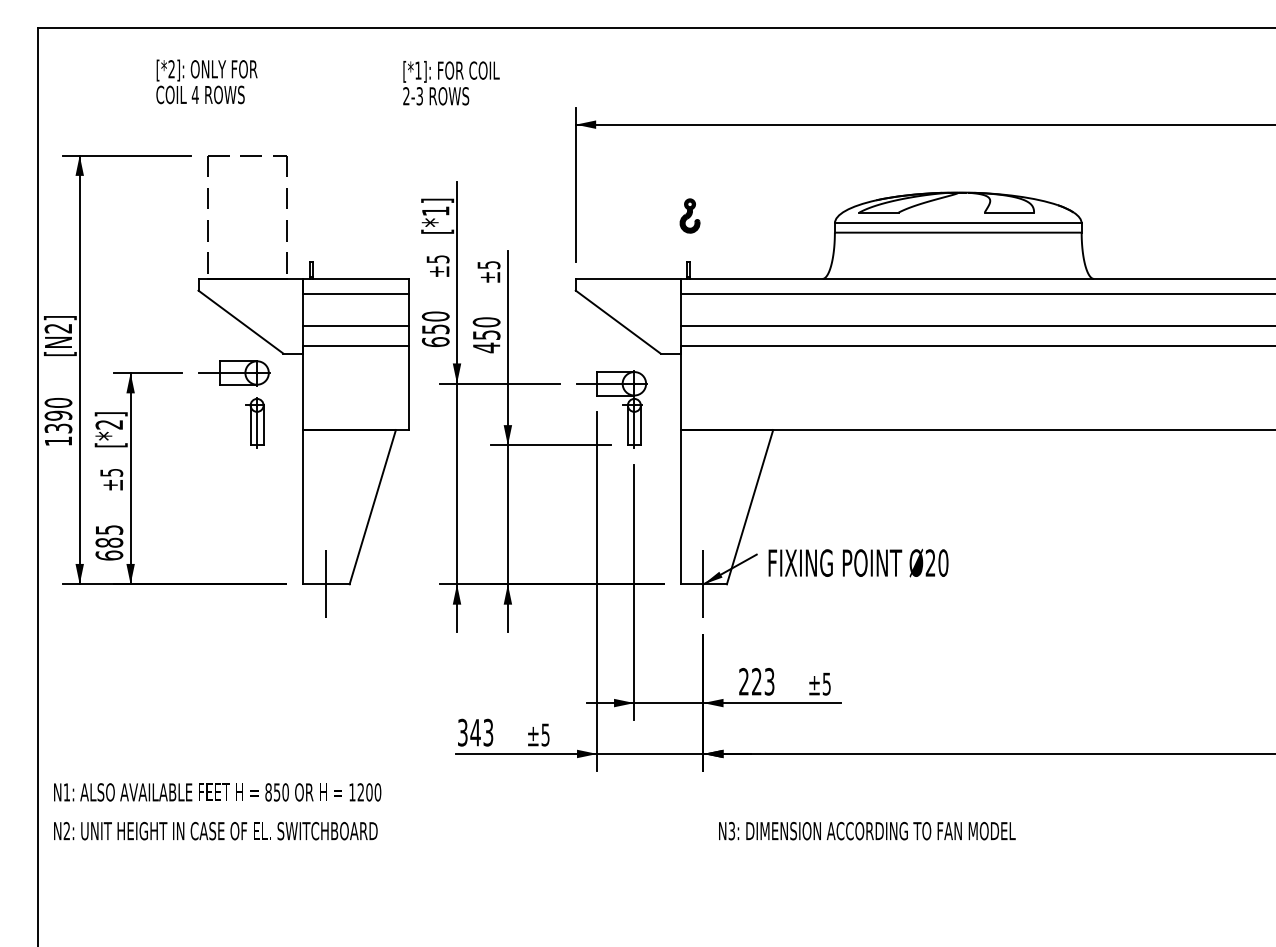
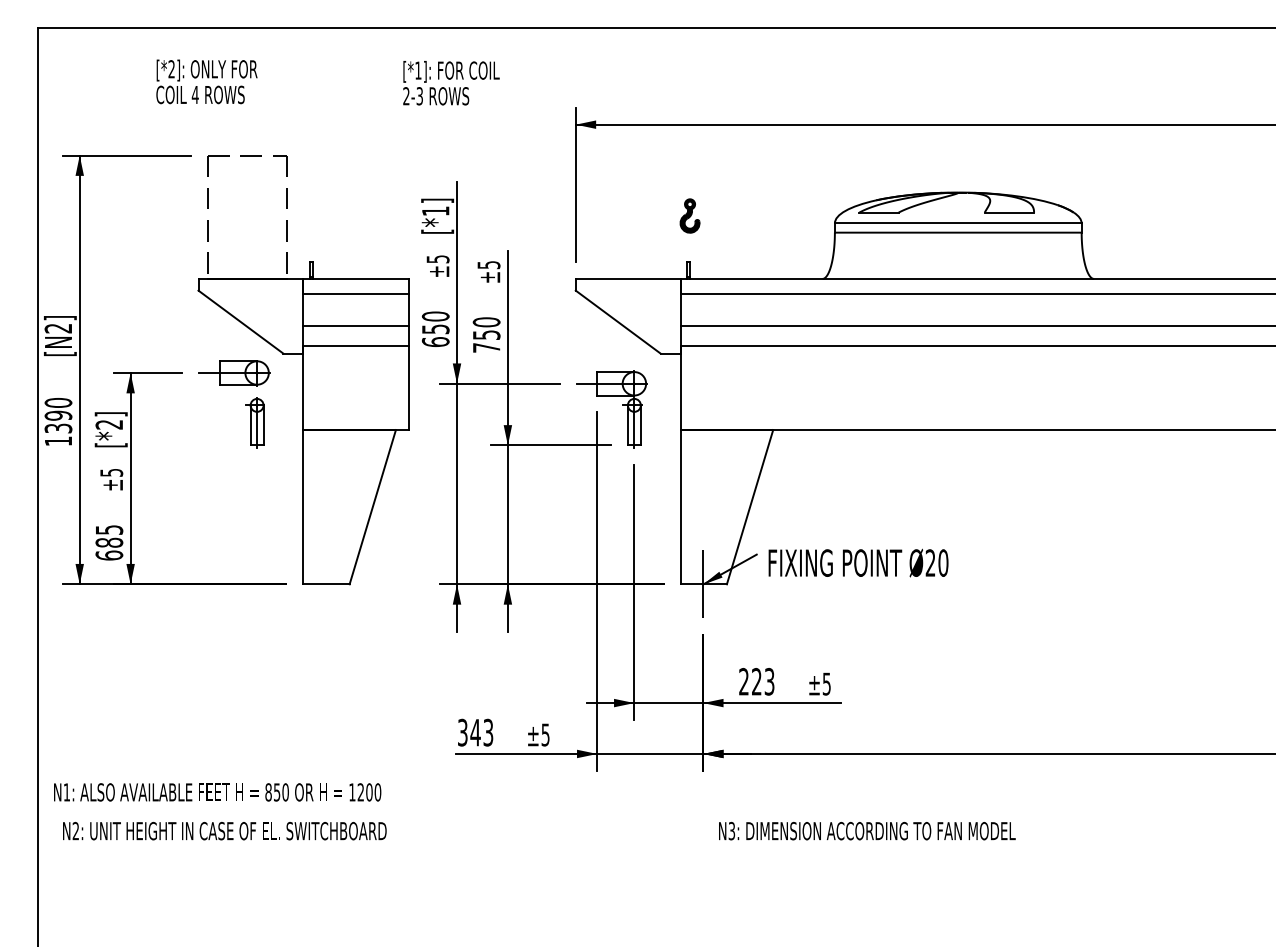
text at (486, 347): 450 -> 750
line at (325, 583): present -> none
text at (215, 831) position: (215, 831) -> (224, 831)
